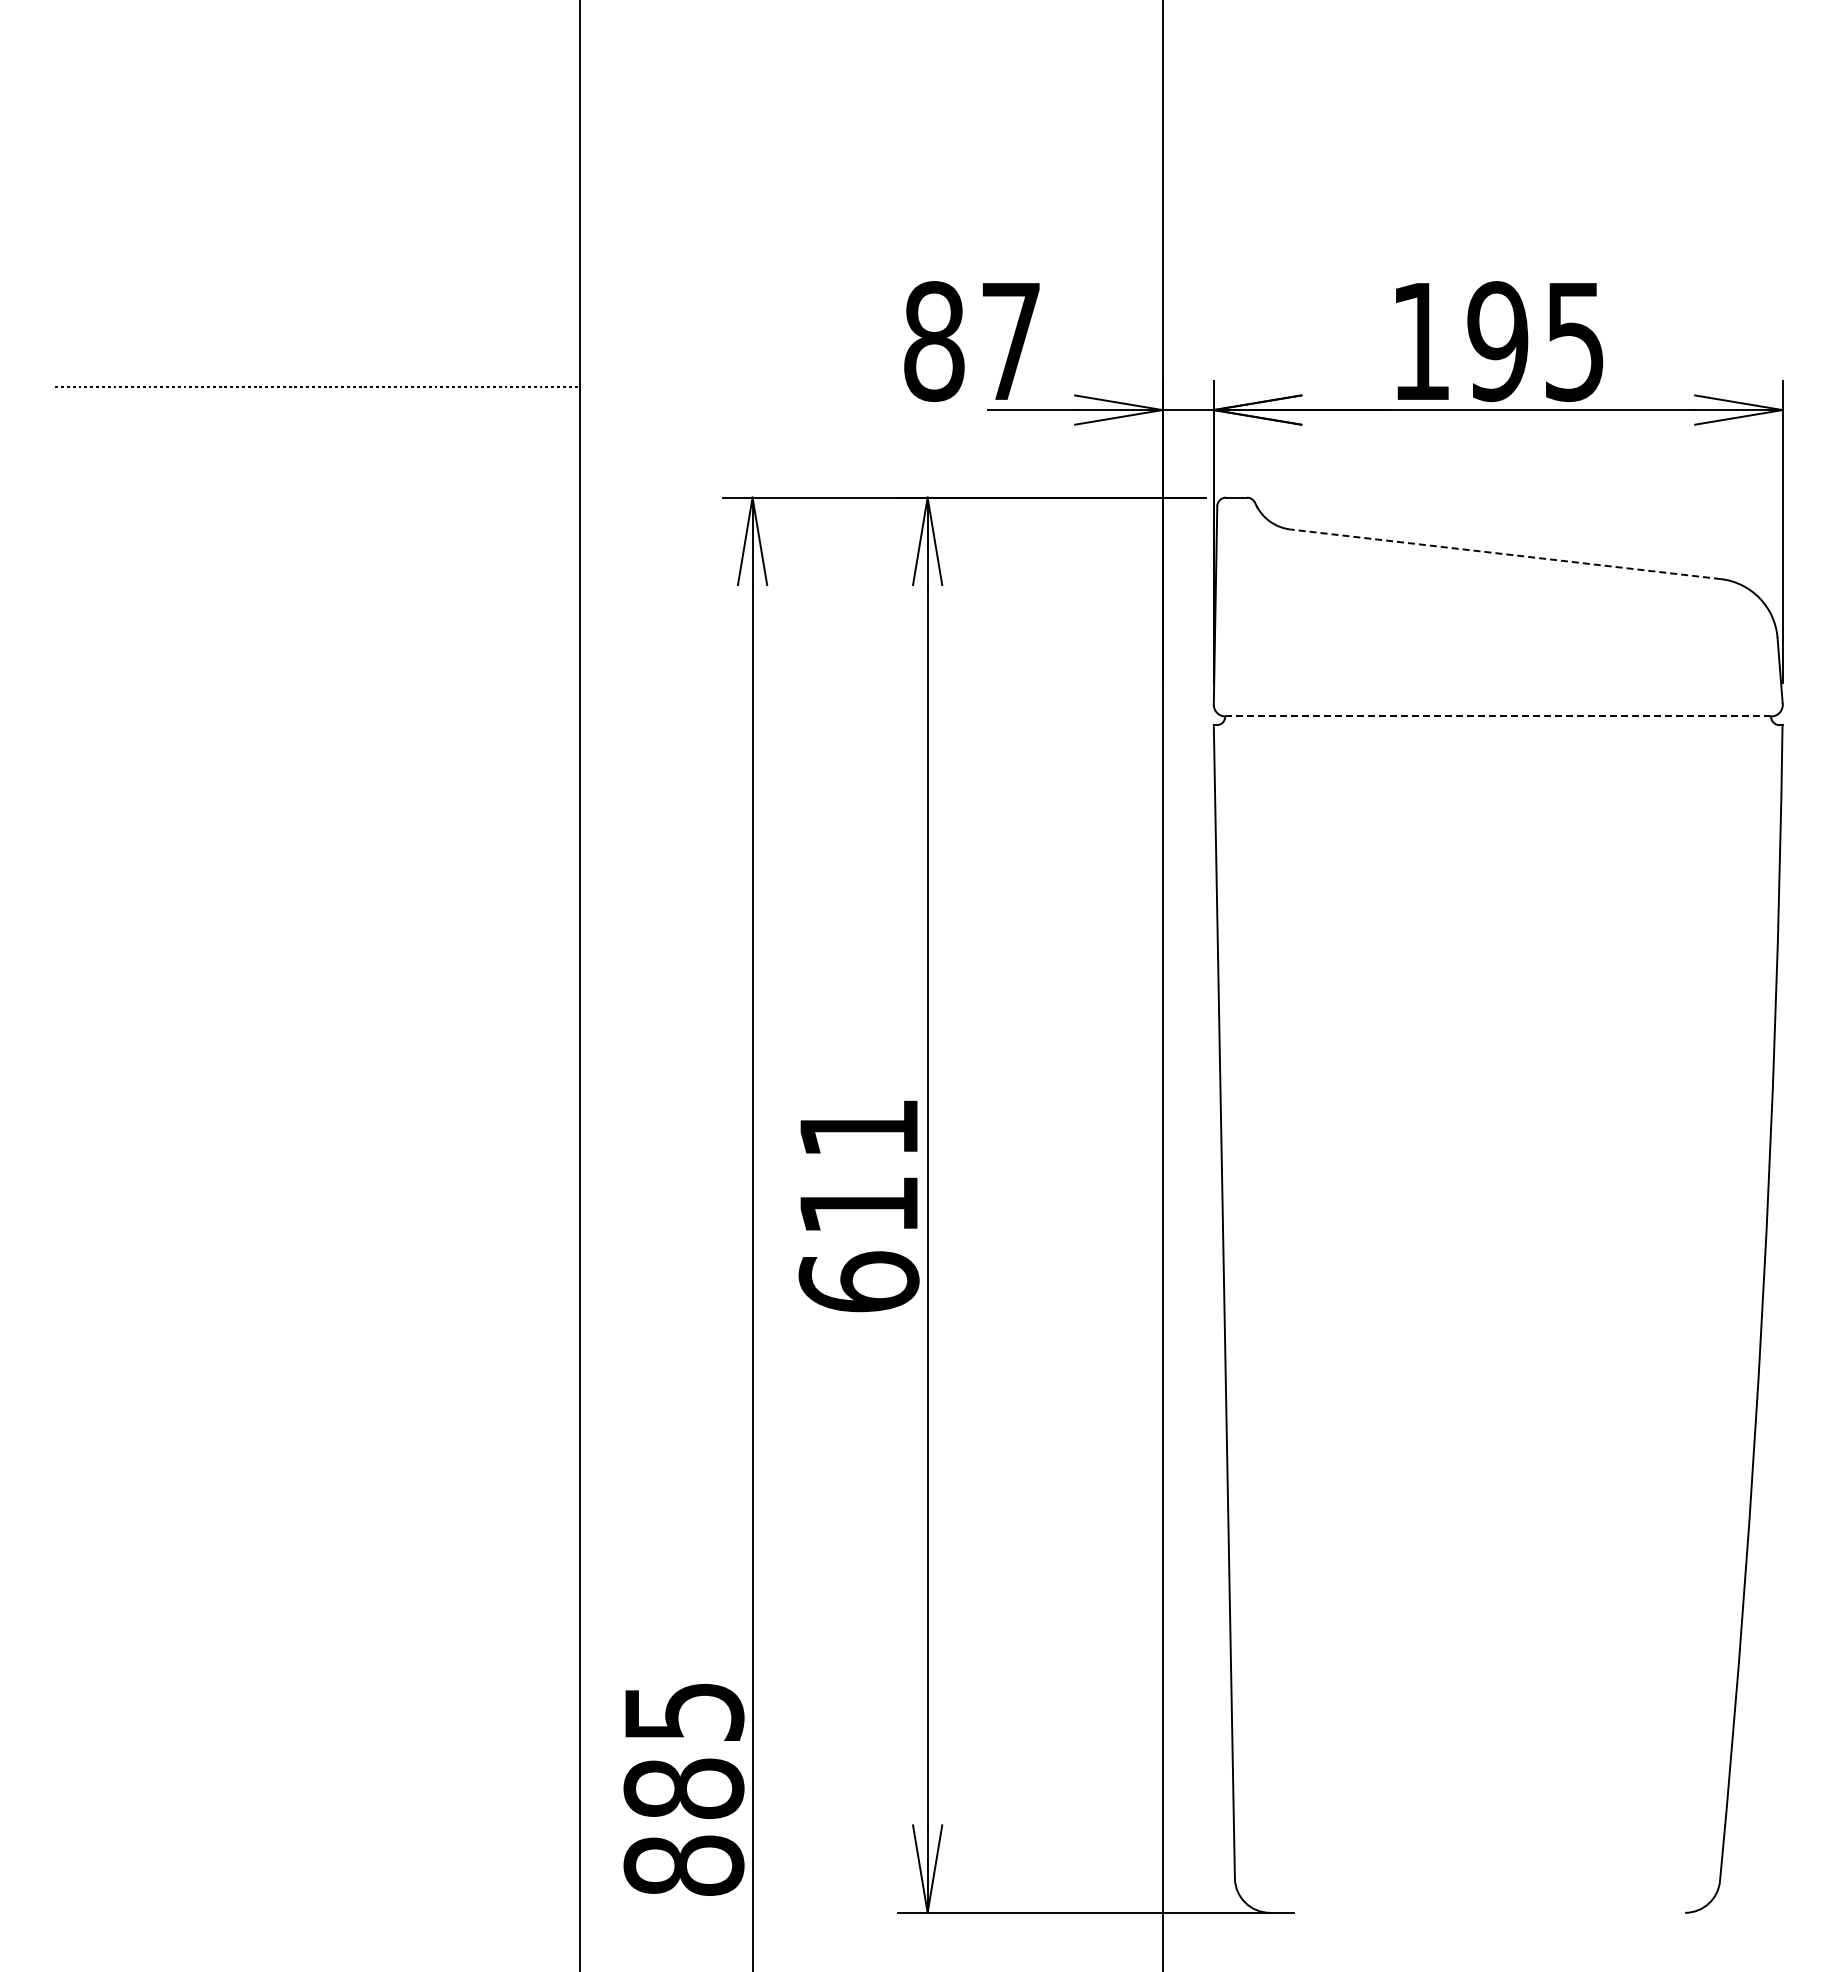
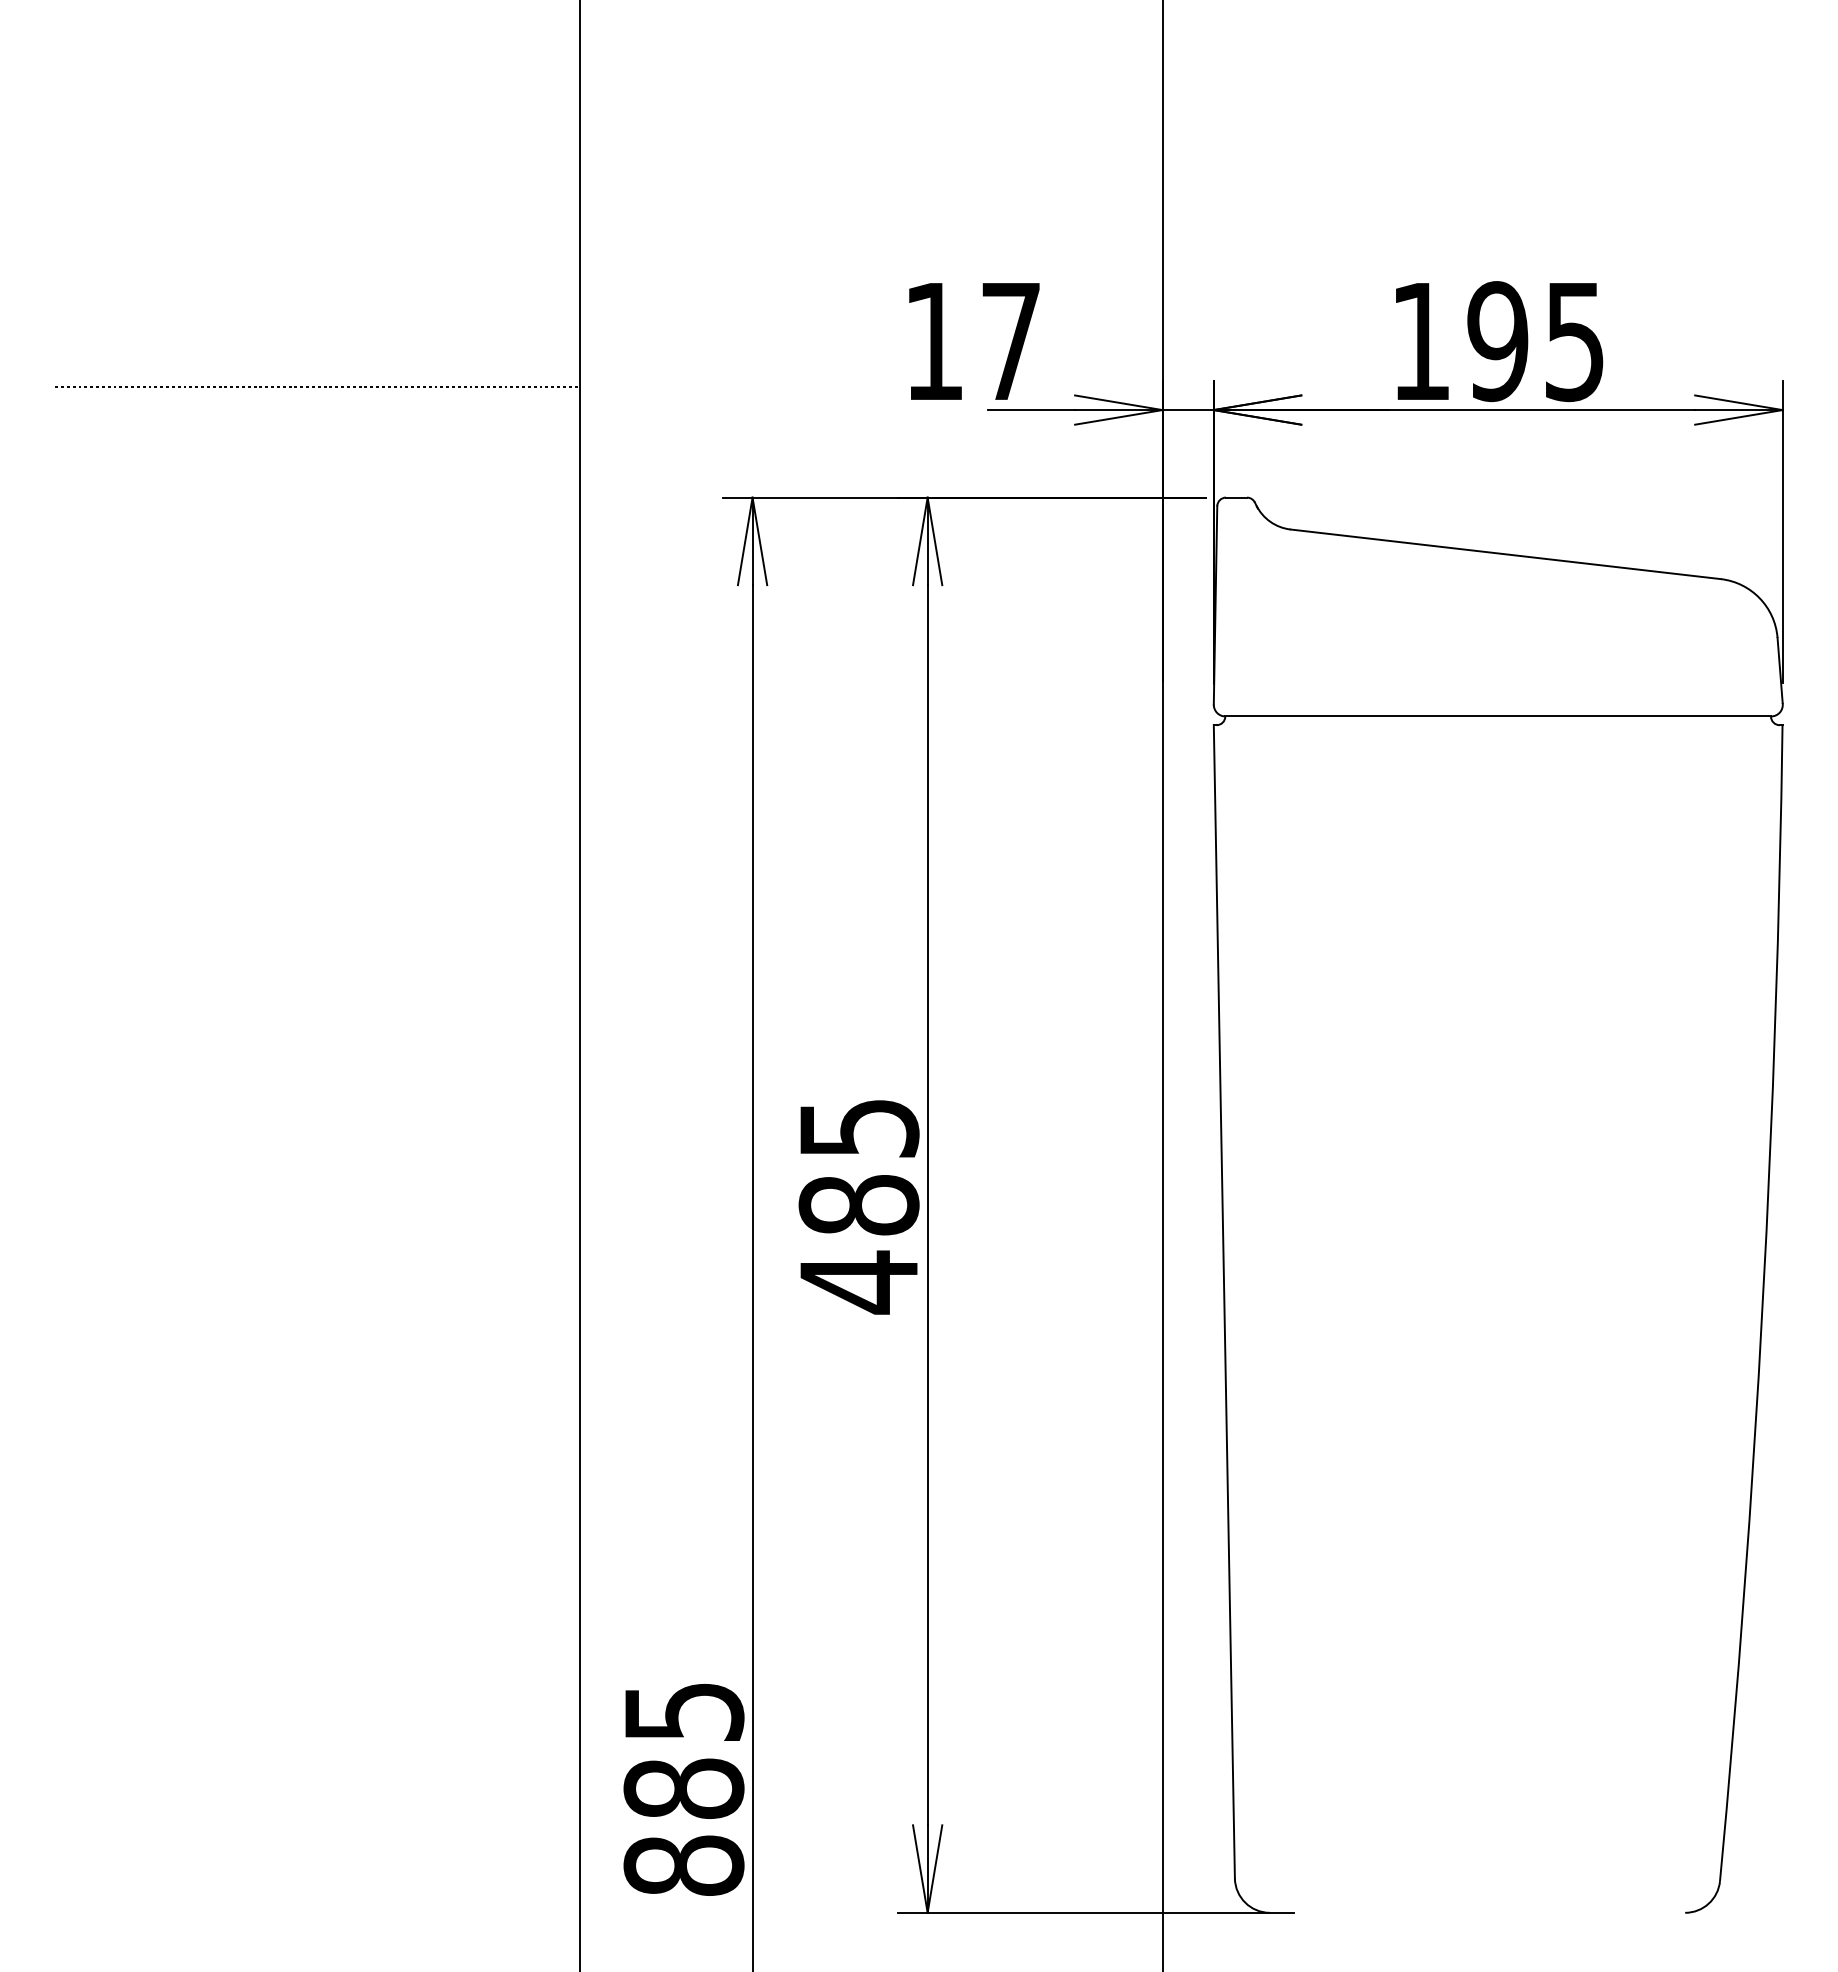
text at (934, 341): 87 -> 17
line at (1505, 554): dashed -> solid
line at (1498, 716): dashed -> solid
text at (858, 1207): 611 -> 485
